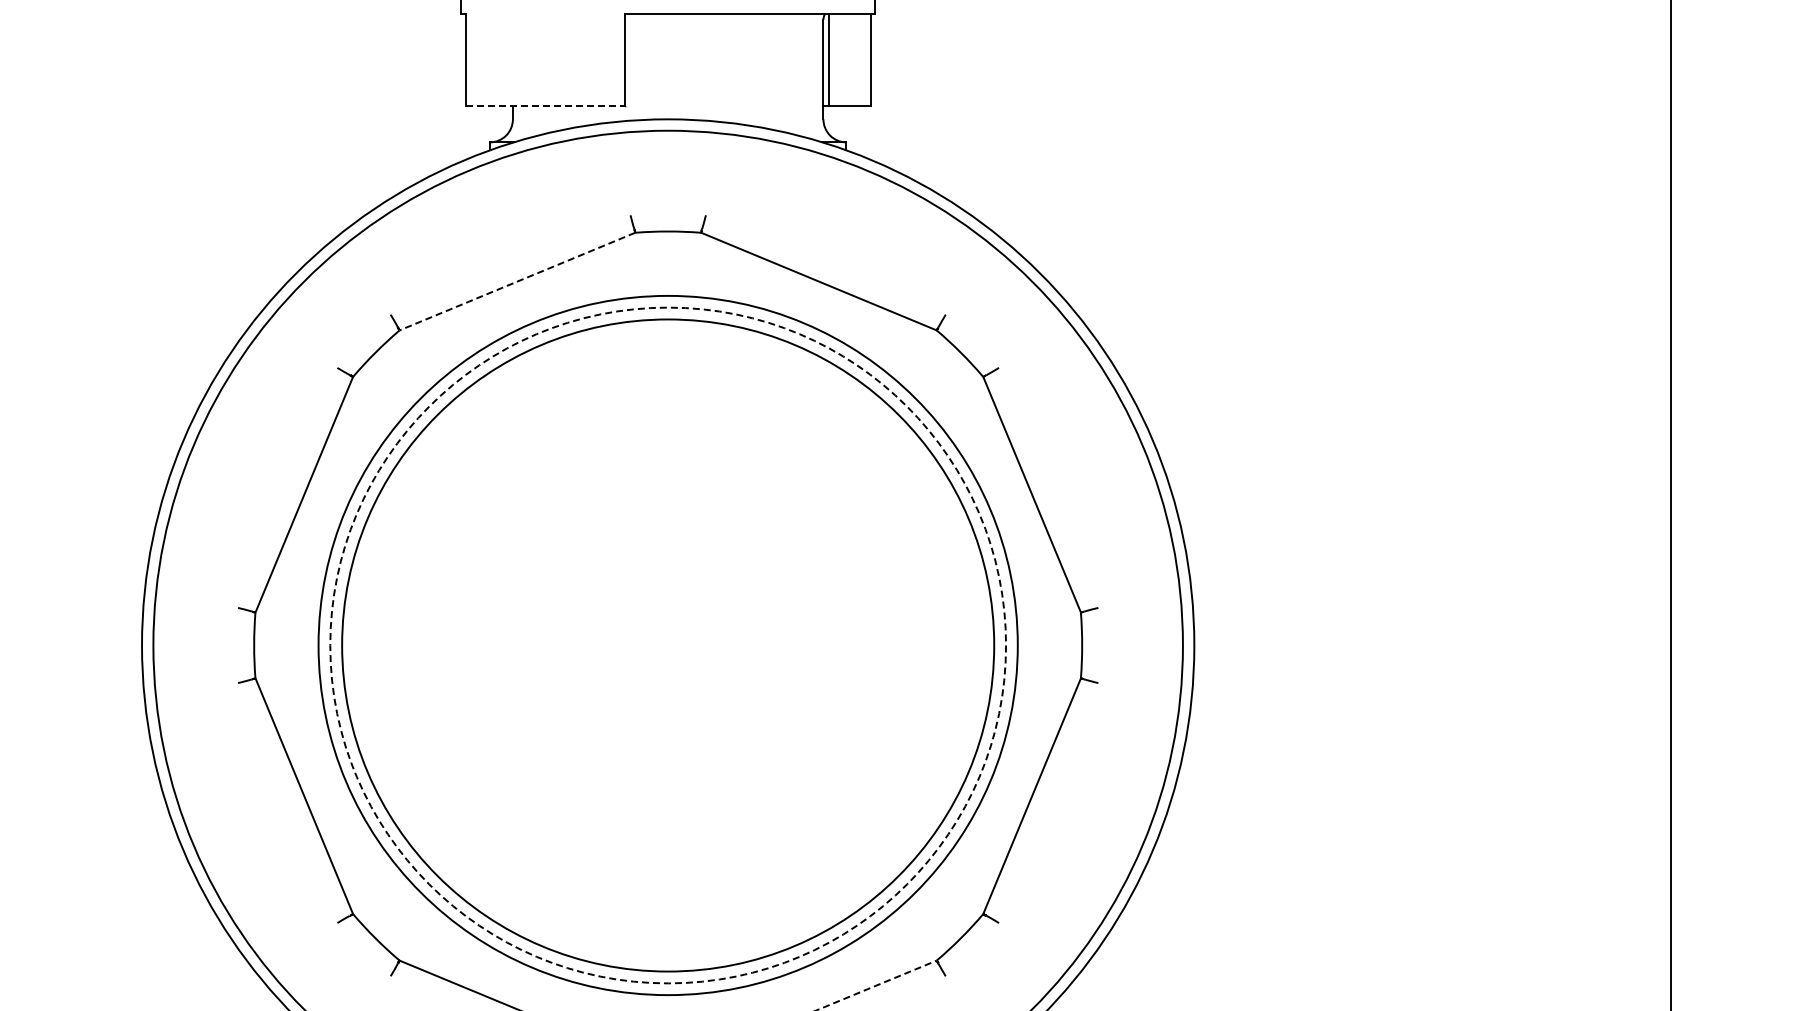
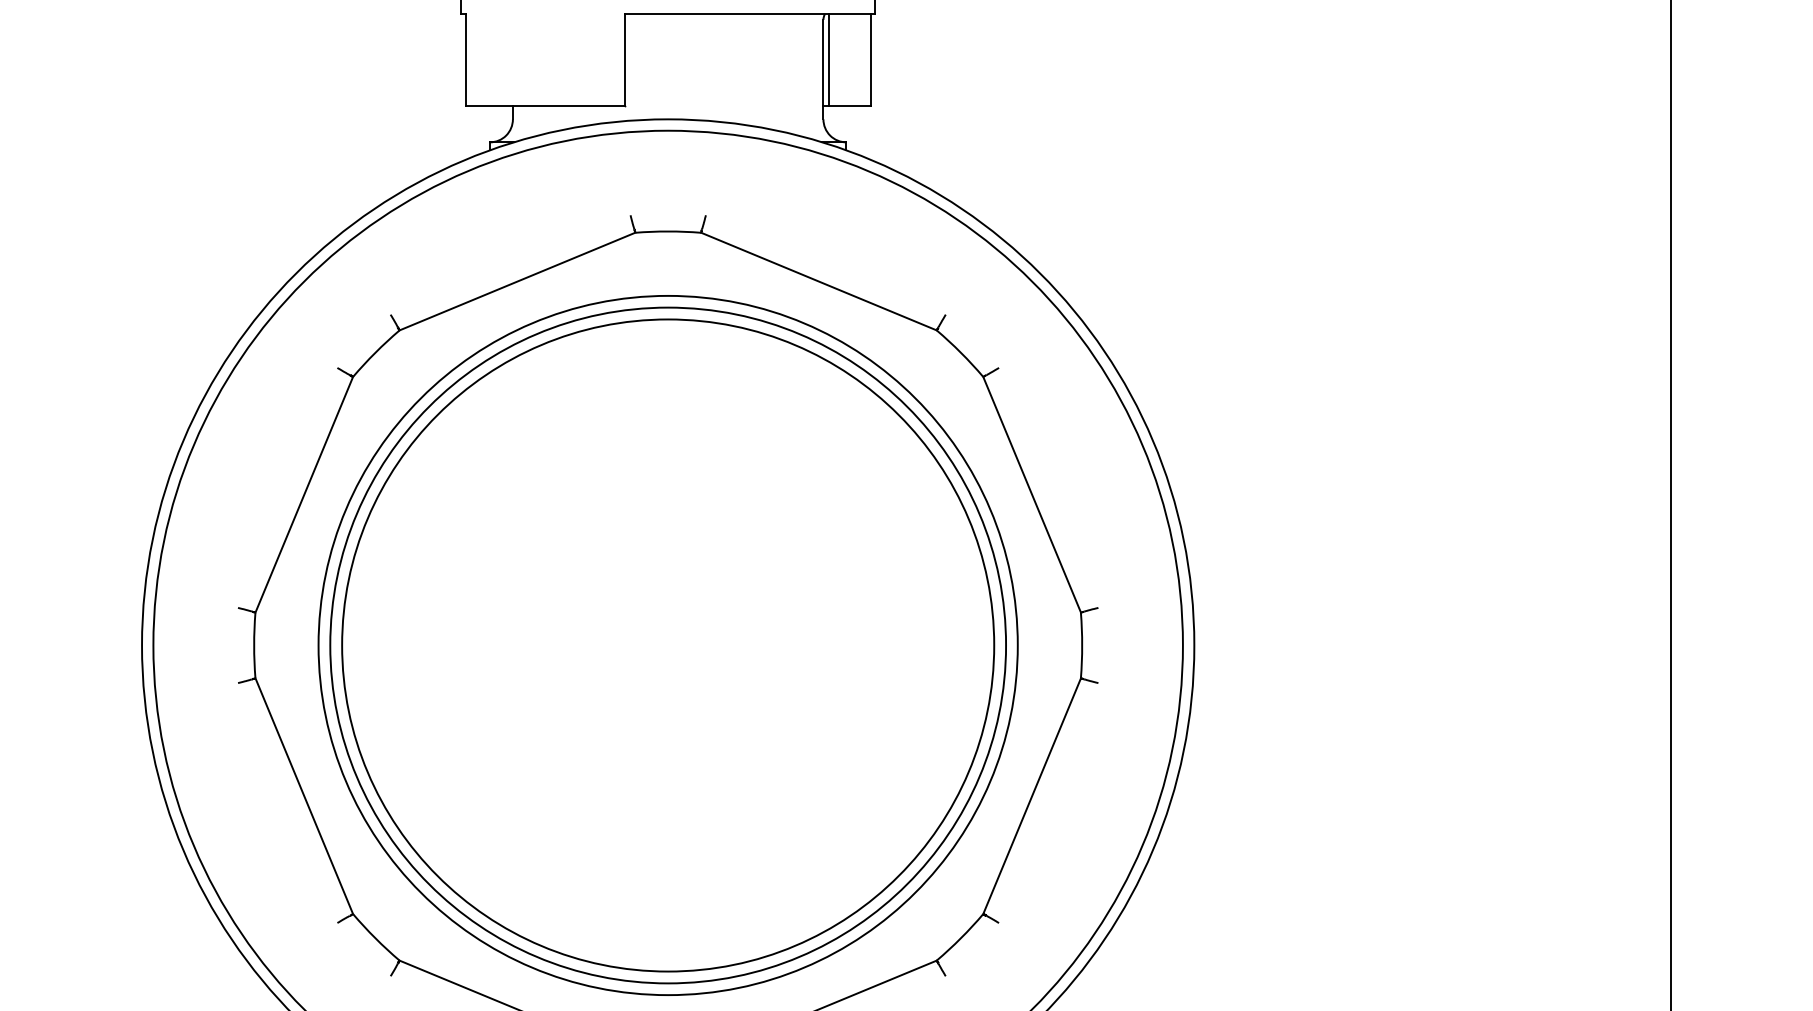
line at (545, 106): dashed -> solid
line at (517, 281): dashed -> solid
circle at (668, 645): dashed -> solid
line at (876, 985): dashed -> solid
